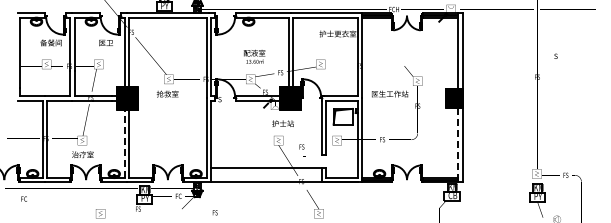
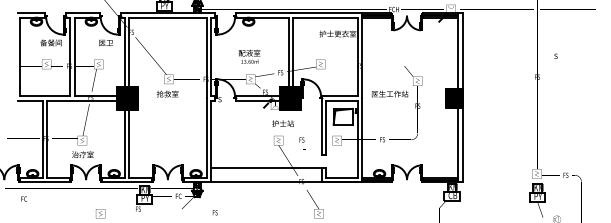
text at (254, 56) position: (254, 56) -> (249, 56)
line at (124, 143): dashed -> solid
line at (458, 145): dashed -> solid
text at (302, 150) position: (302, 150) -> (302, 143)
